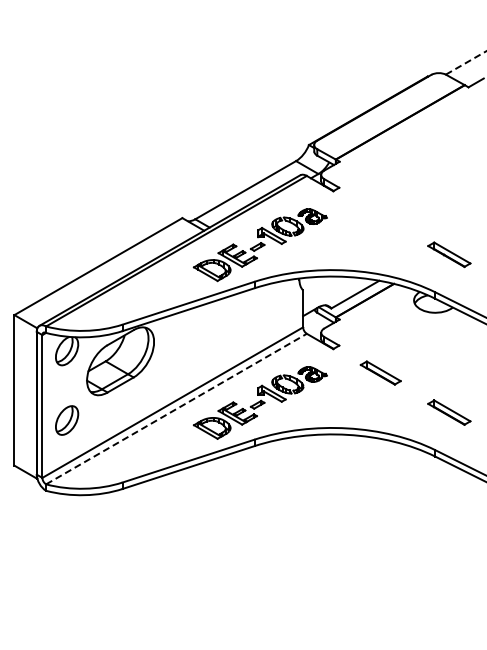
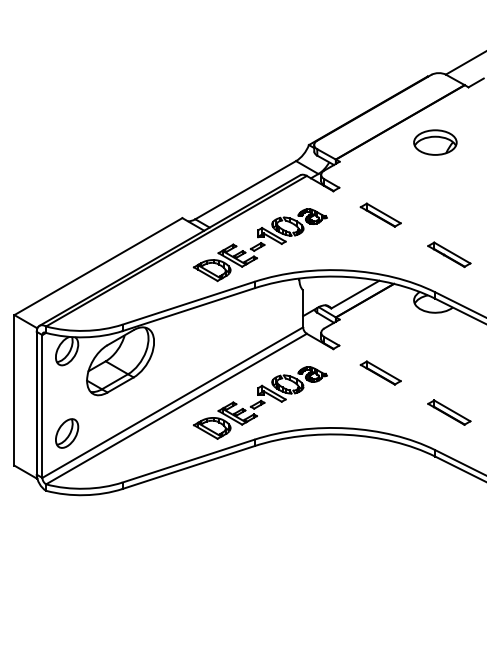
line at (466, 62): dashed -> solid
part at (435, 142): none -> present
part at (380, 214): none -> present
line at (176, 409): dashed -> solid
part at (67, 420) position: (67, 420) -> (67, 433)
